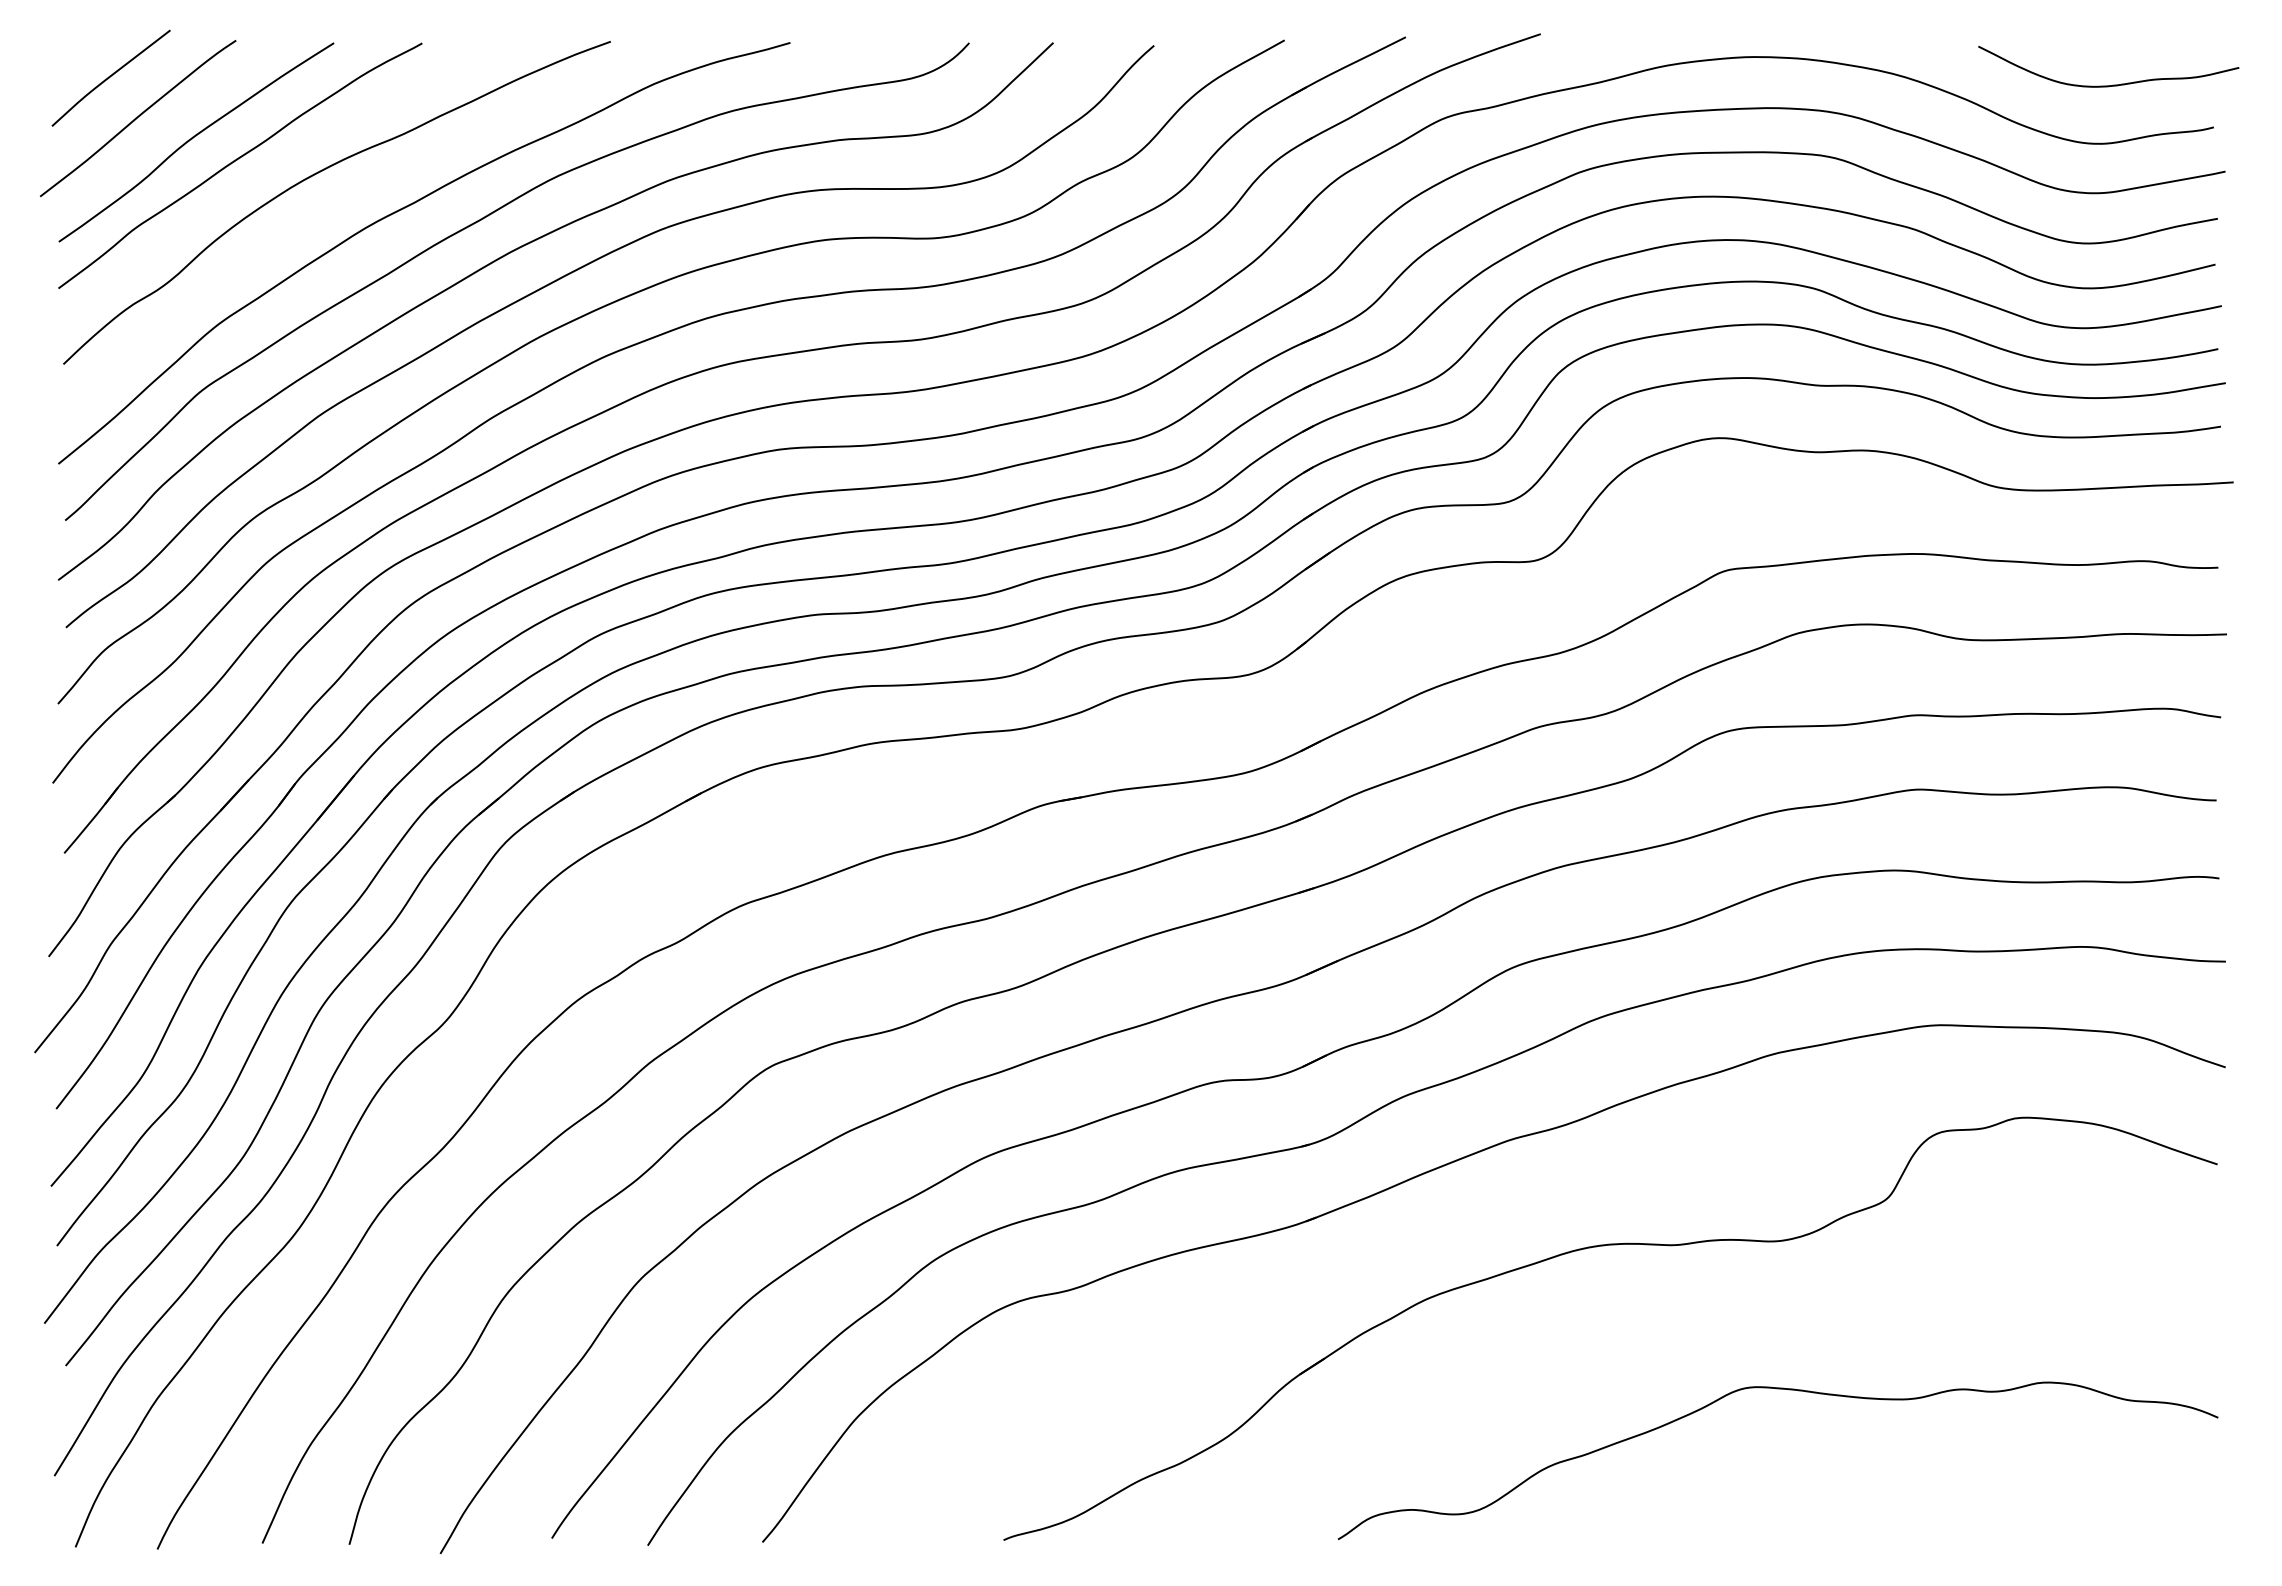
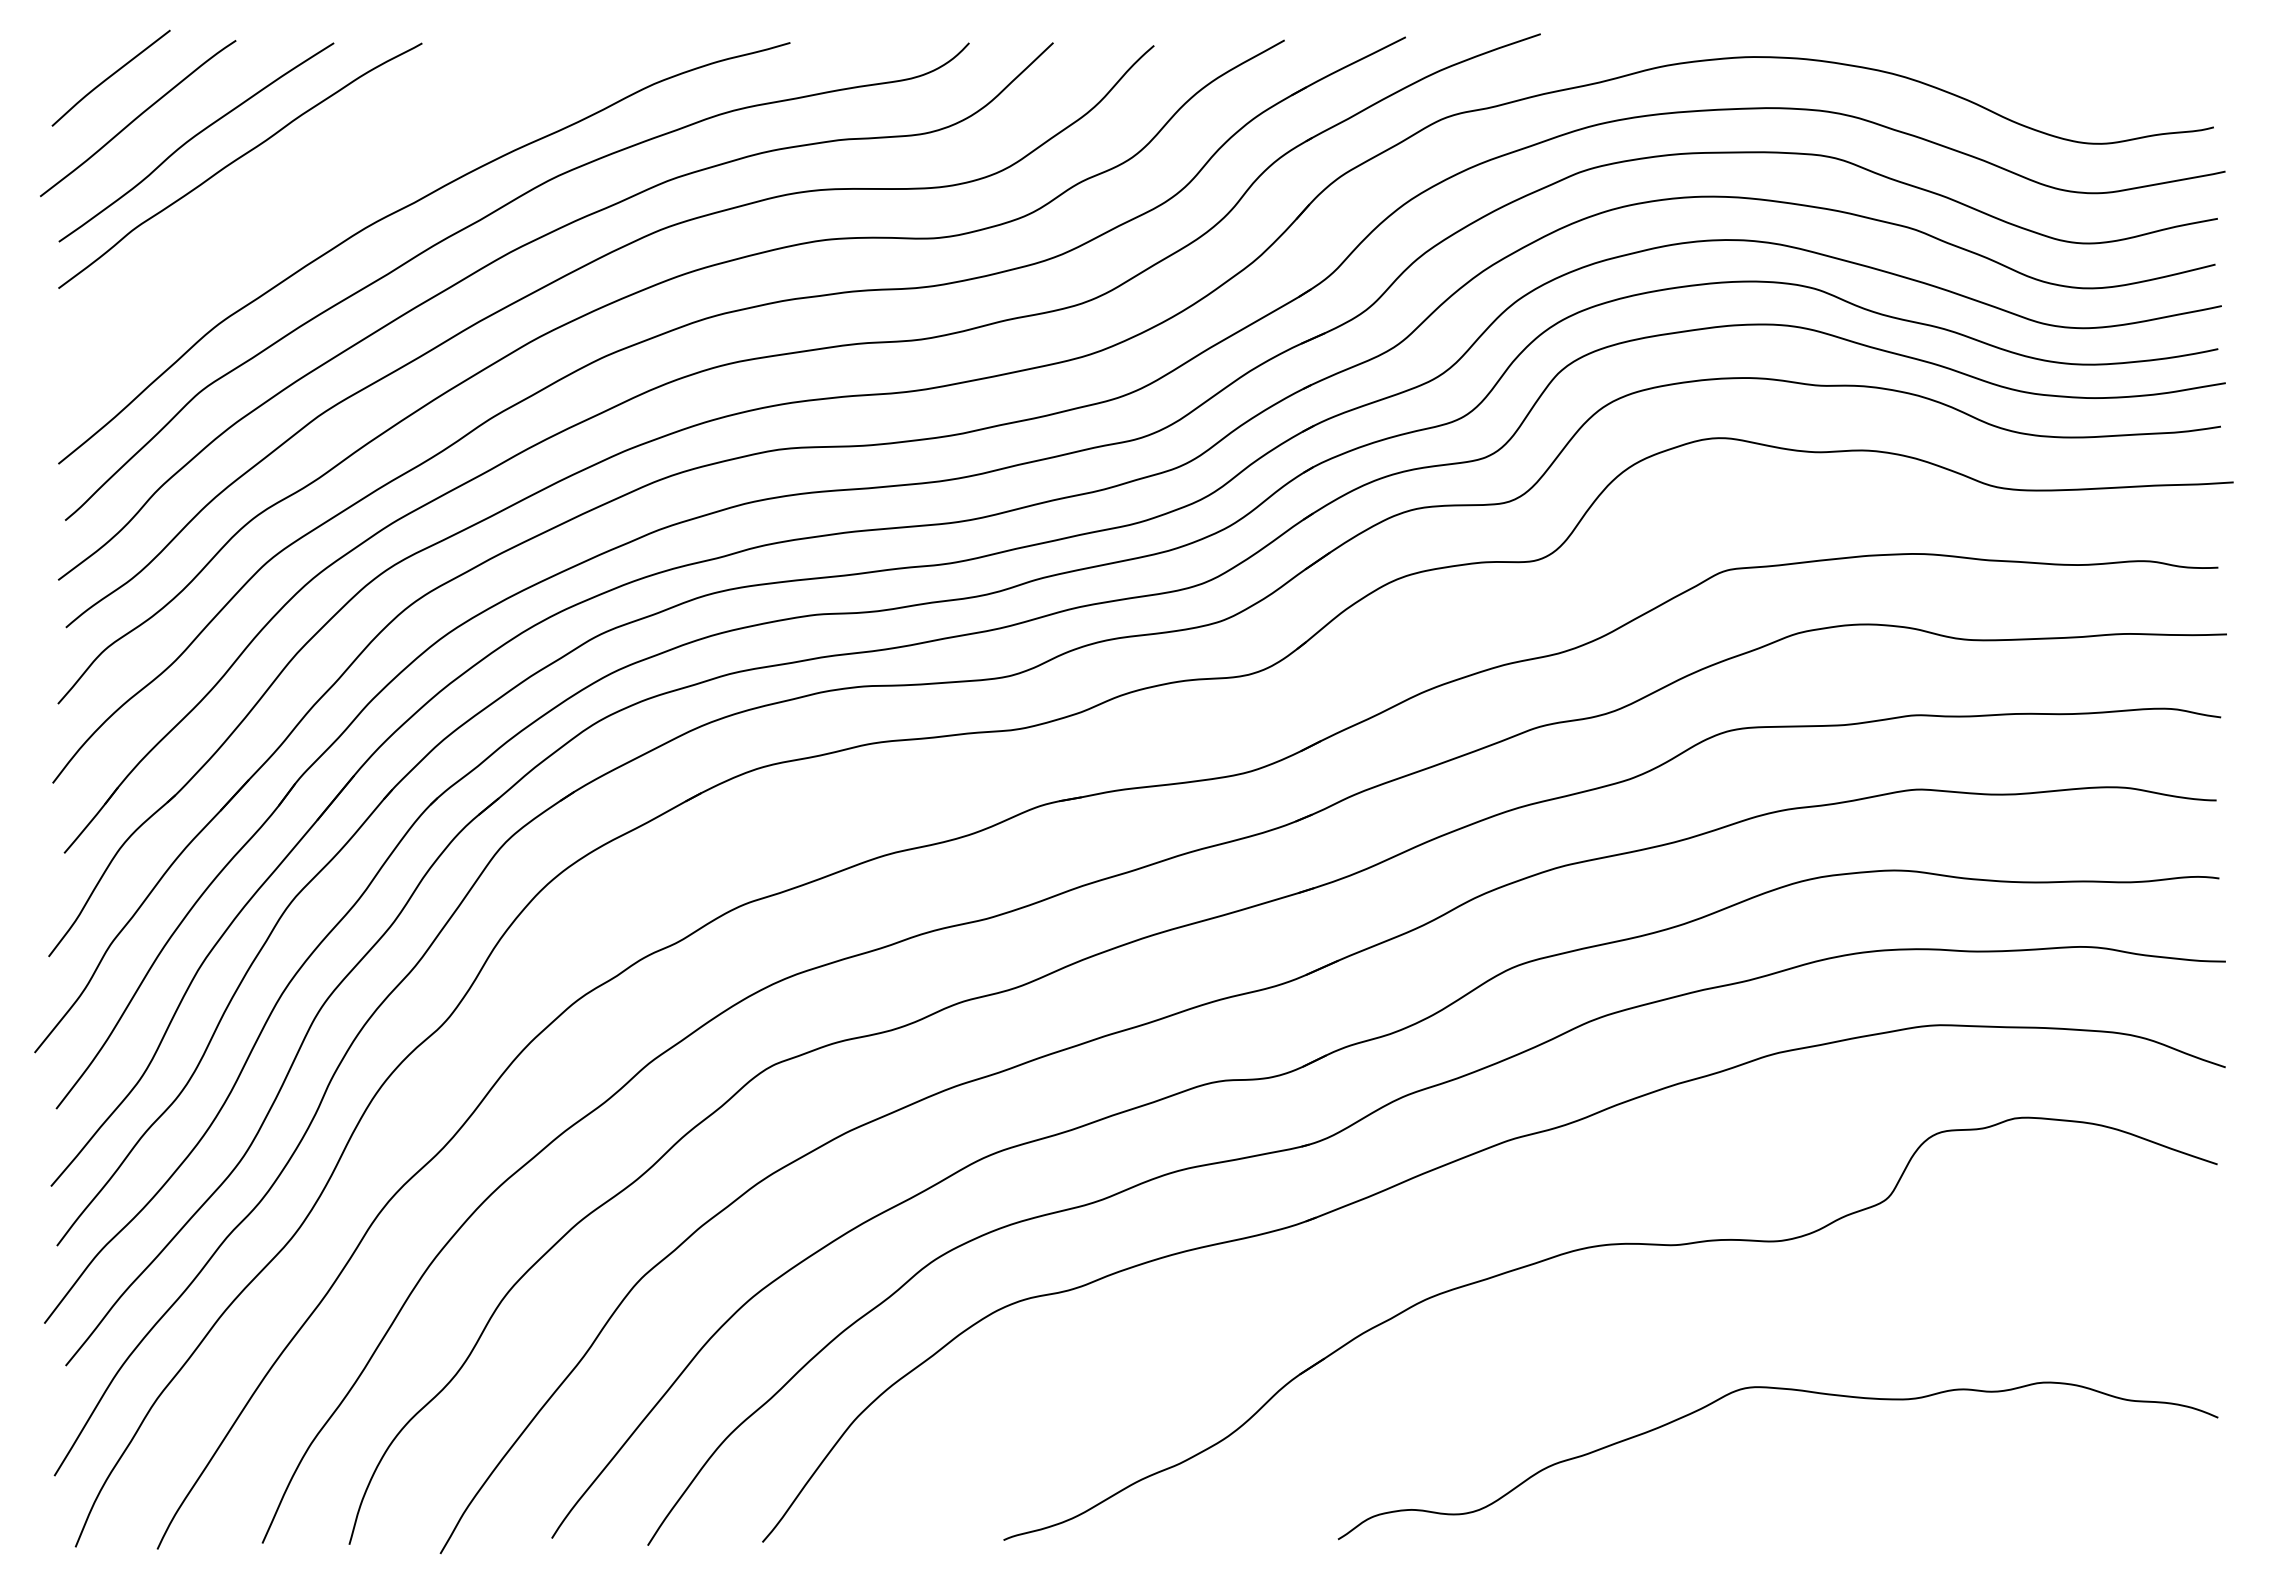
curve at (2113, 84): present -> none
curve at (320, 172): present -> none
